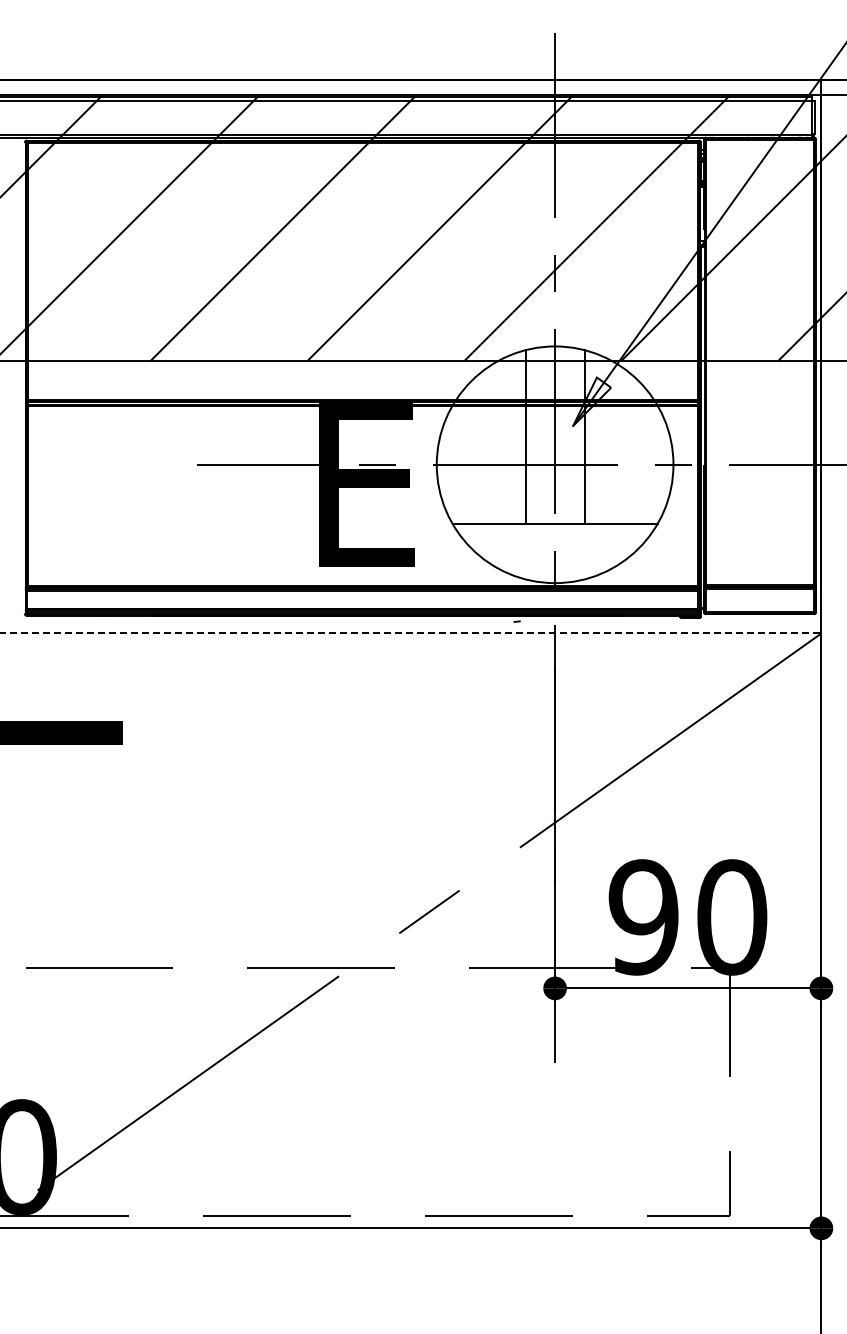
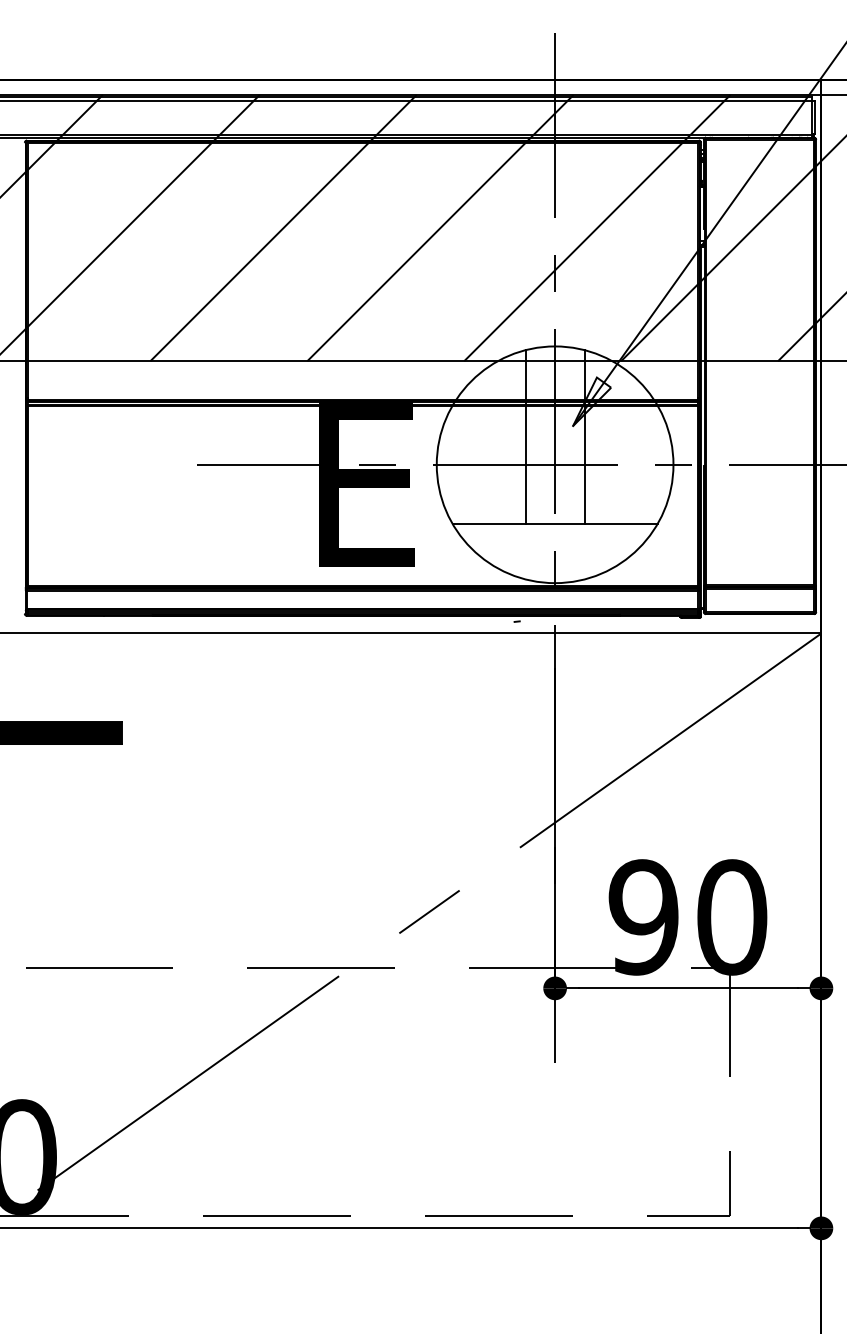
line at (411, 633): dashed -> solid
